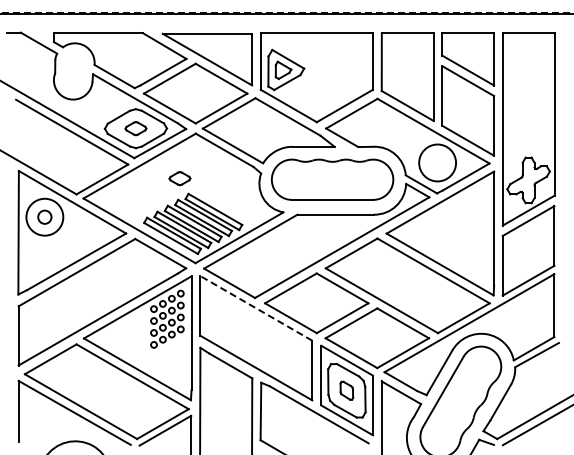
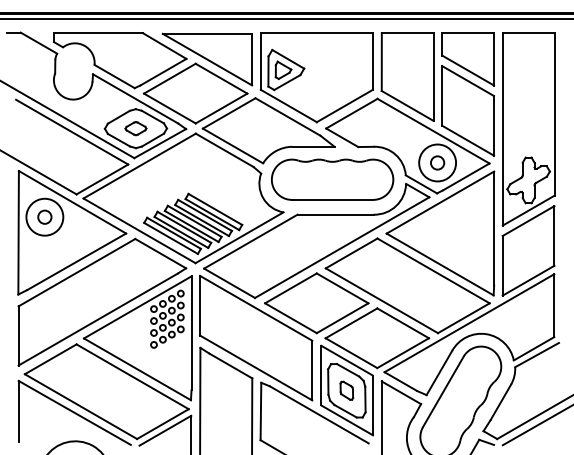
line at (287, 12): dashed -> solid
line at (286, 18): none -> present
circle at (437, 162): none -> present
part at (179, 178): present -> none
line at (256, 308): dashed -> solid
